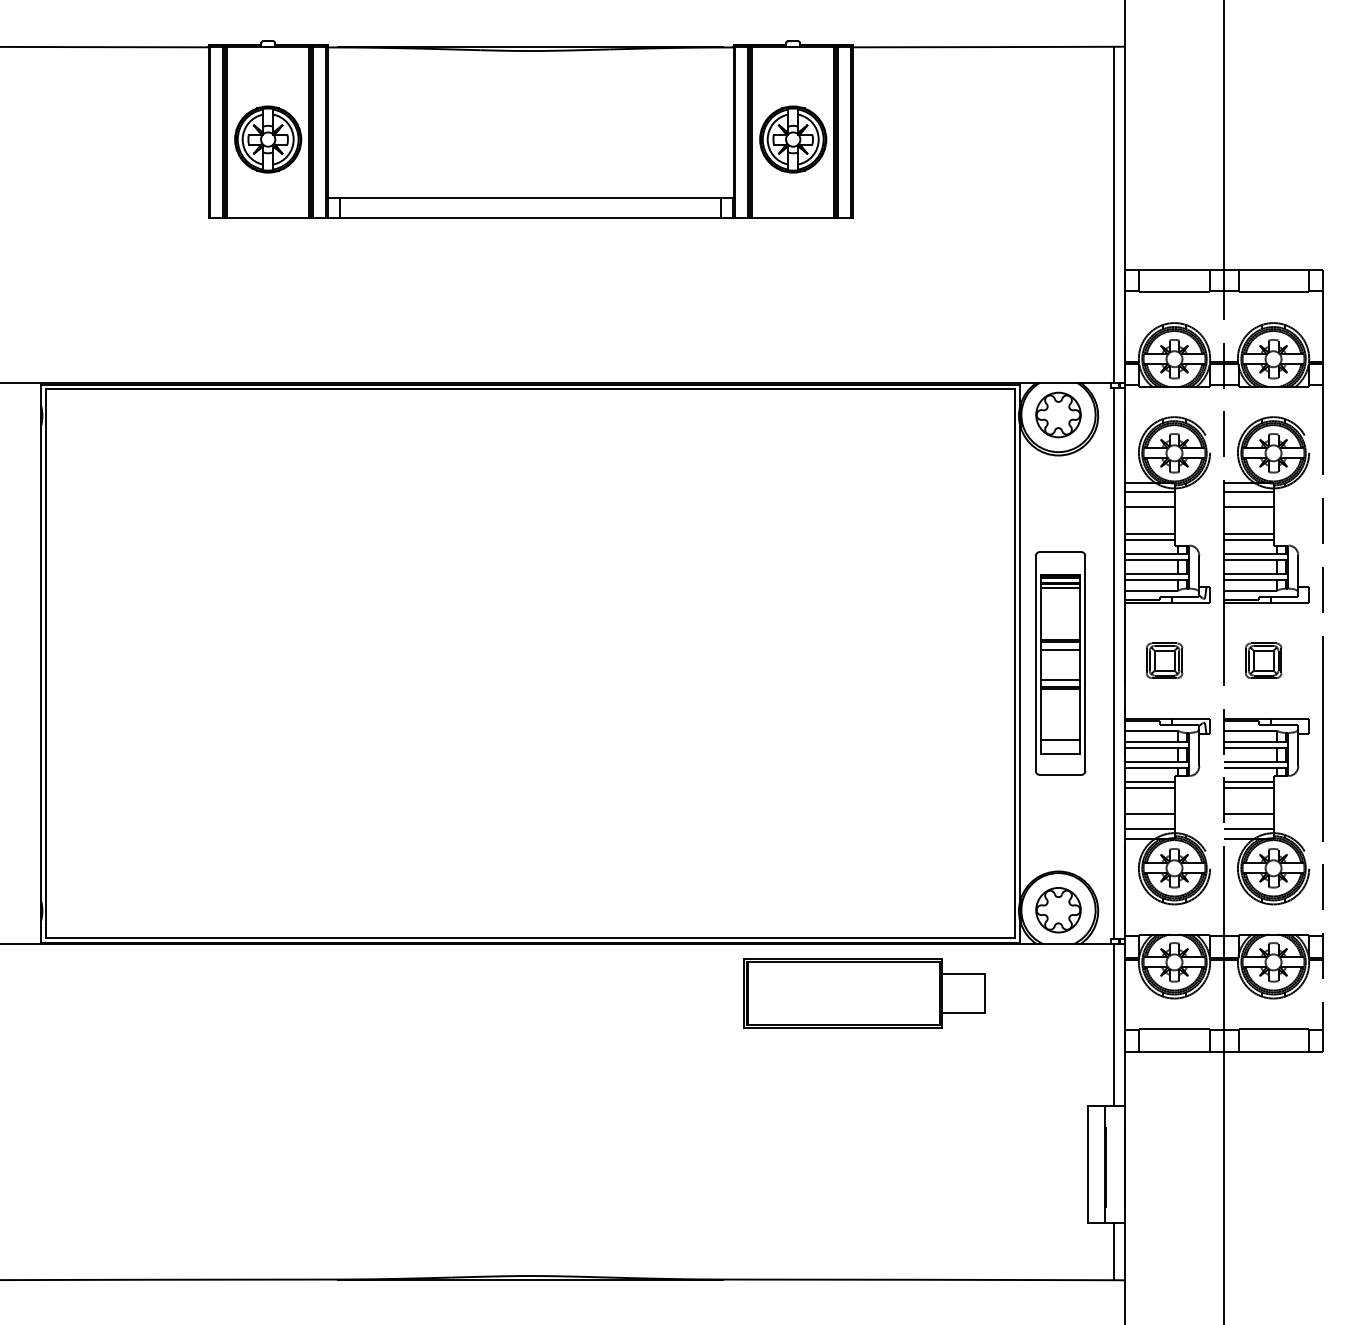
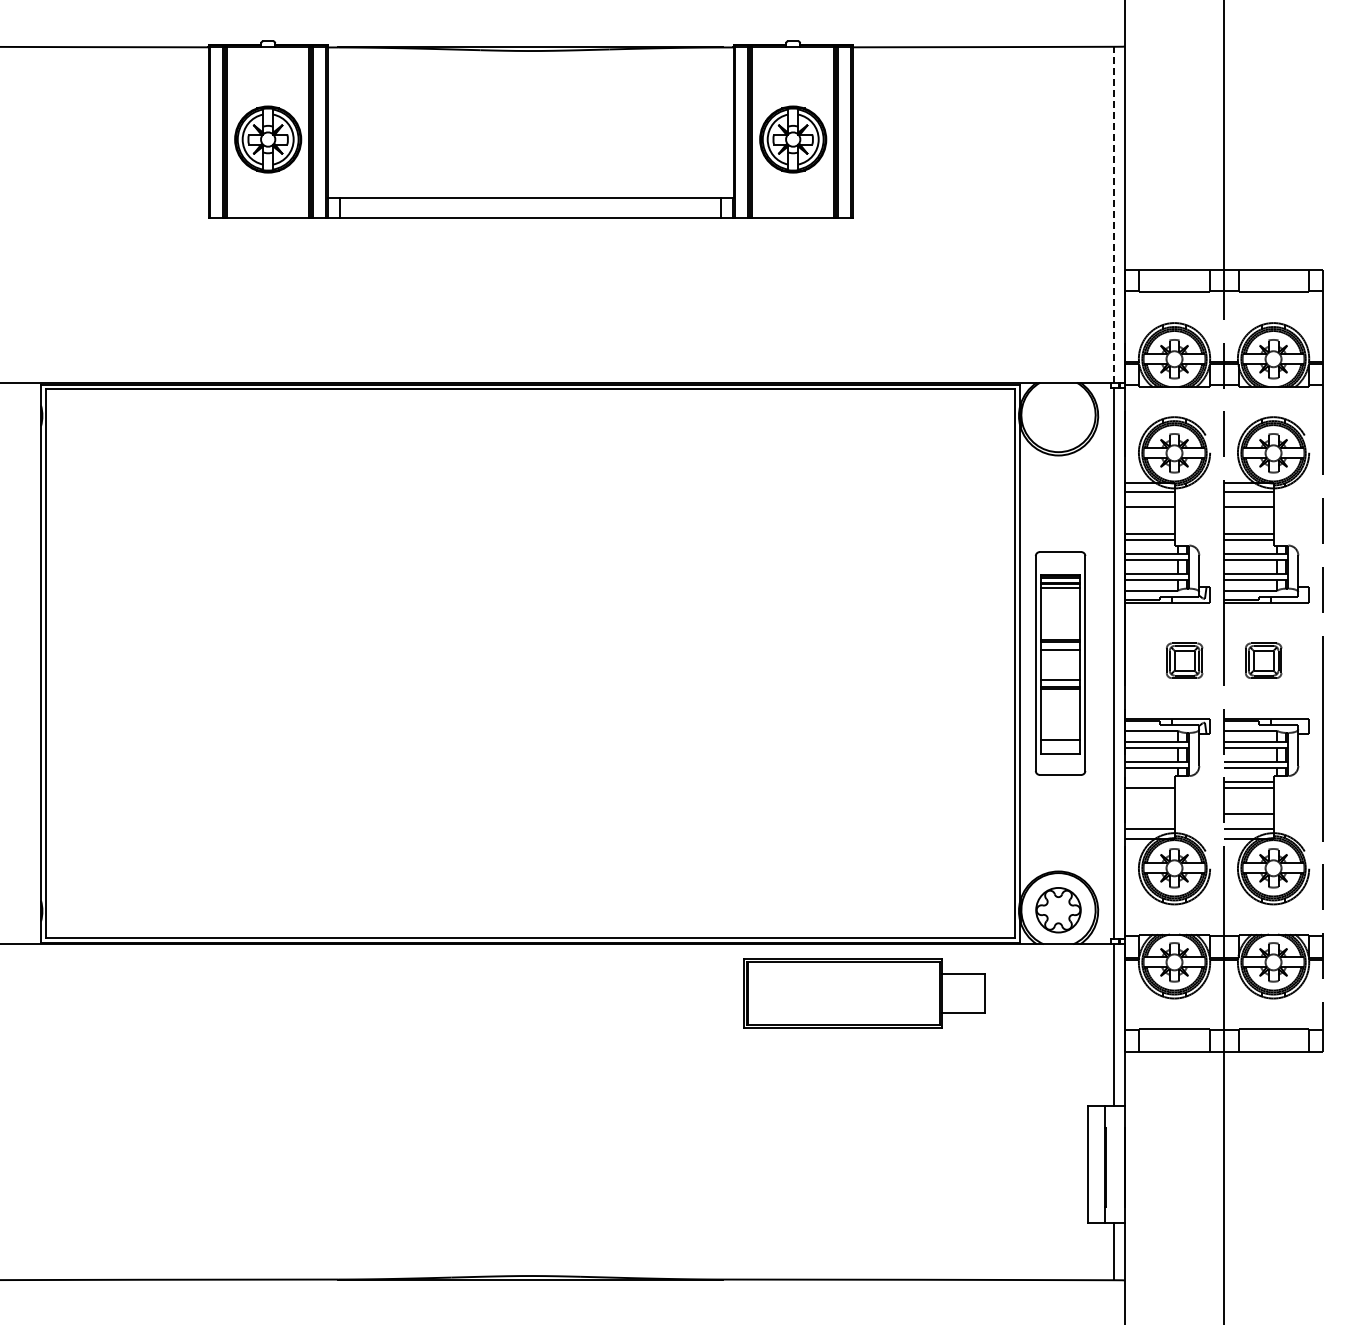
line at (1113, 214): solid -> dashed
part at (1058, 414): present -> none
part at (1164, 660) position: (1164, 660) -> (1184, 660)
line at (1149, 781): present -> none
line at (1149, 814): present -> none
